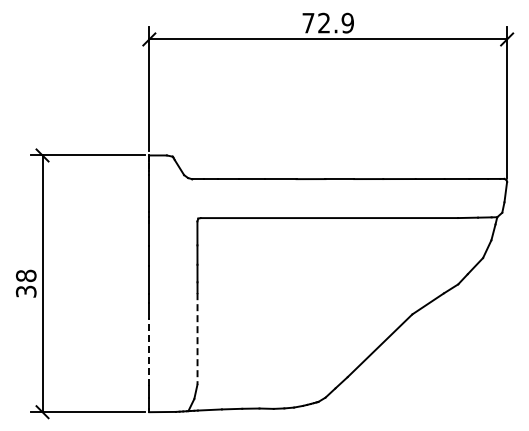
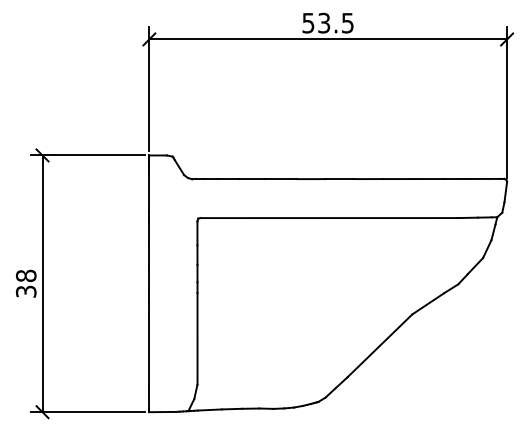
text at (327, 22): 72.9 -> 53.5
line at (197, 338): dashed -> solid
line at (149, 351): dashed -> solid
